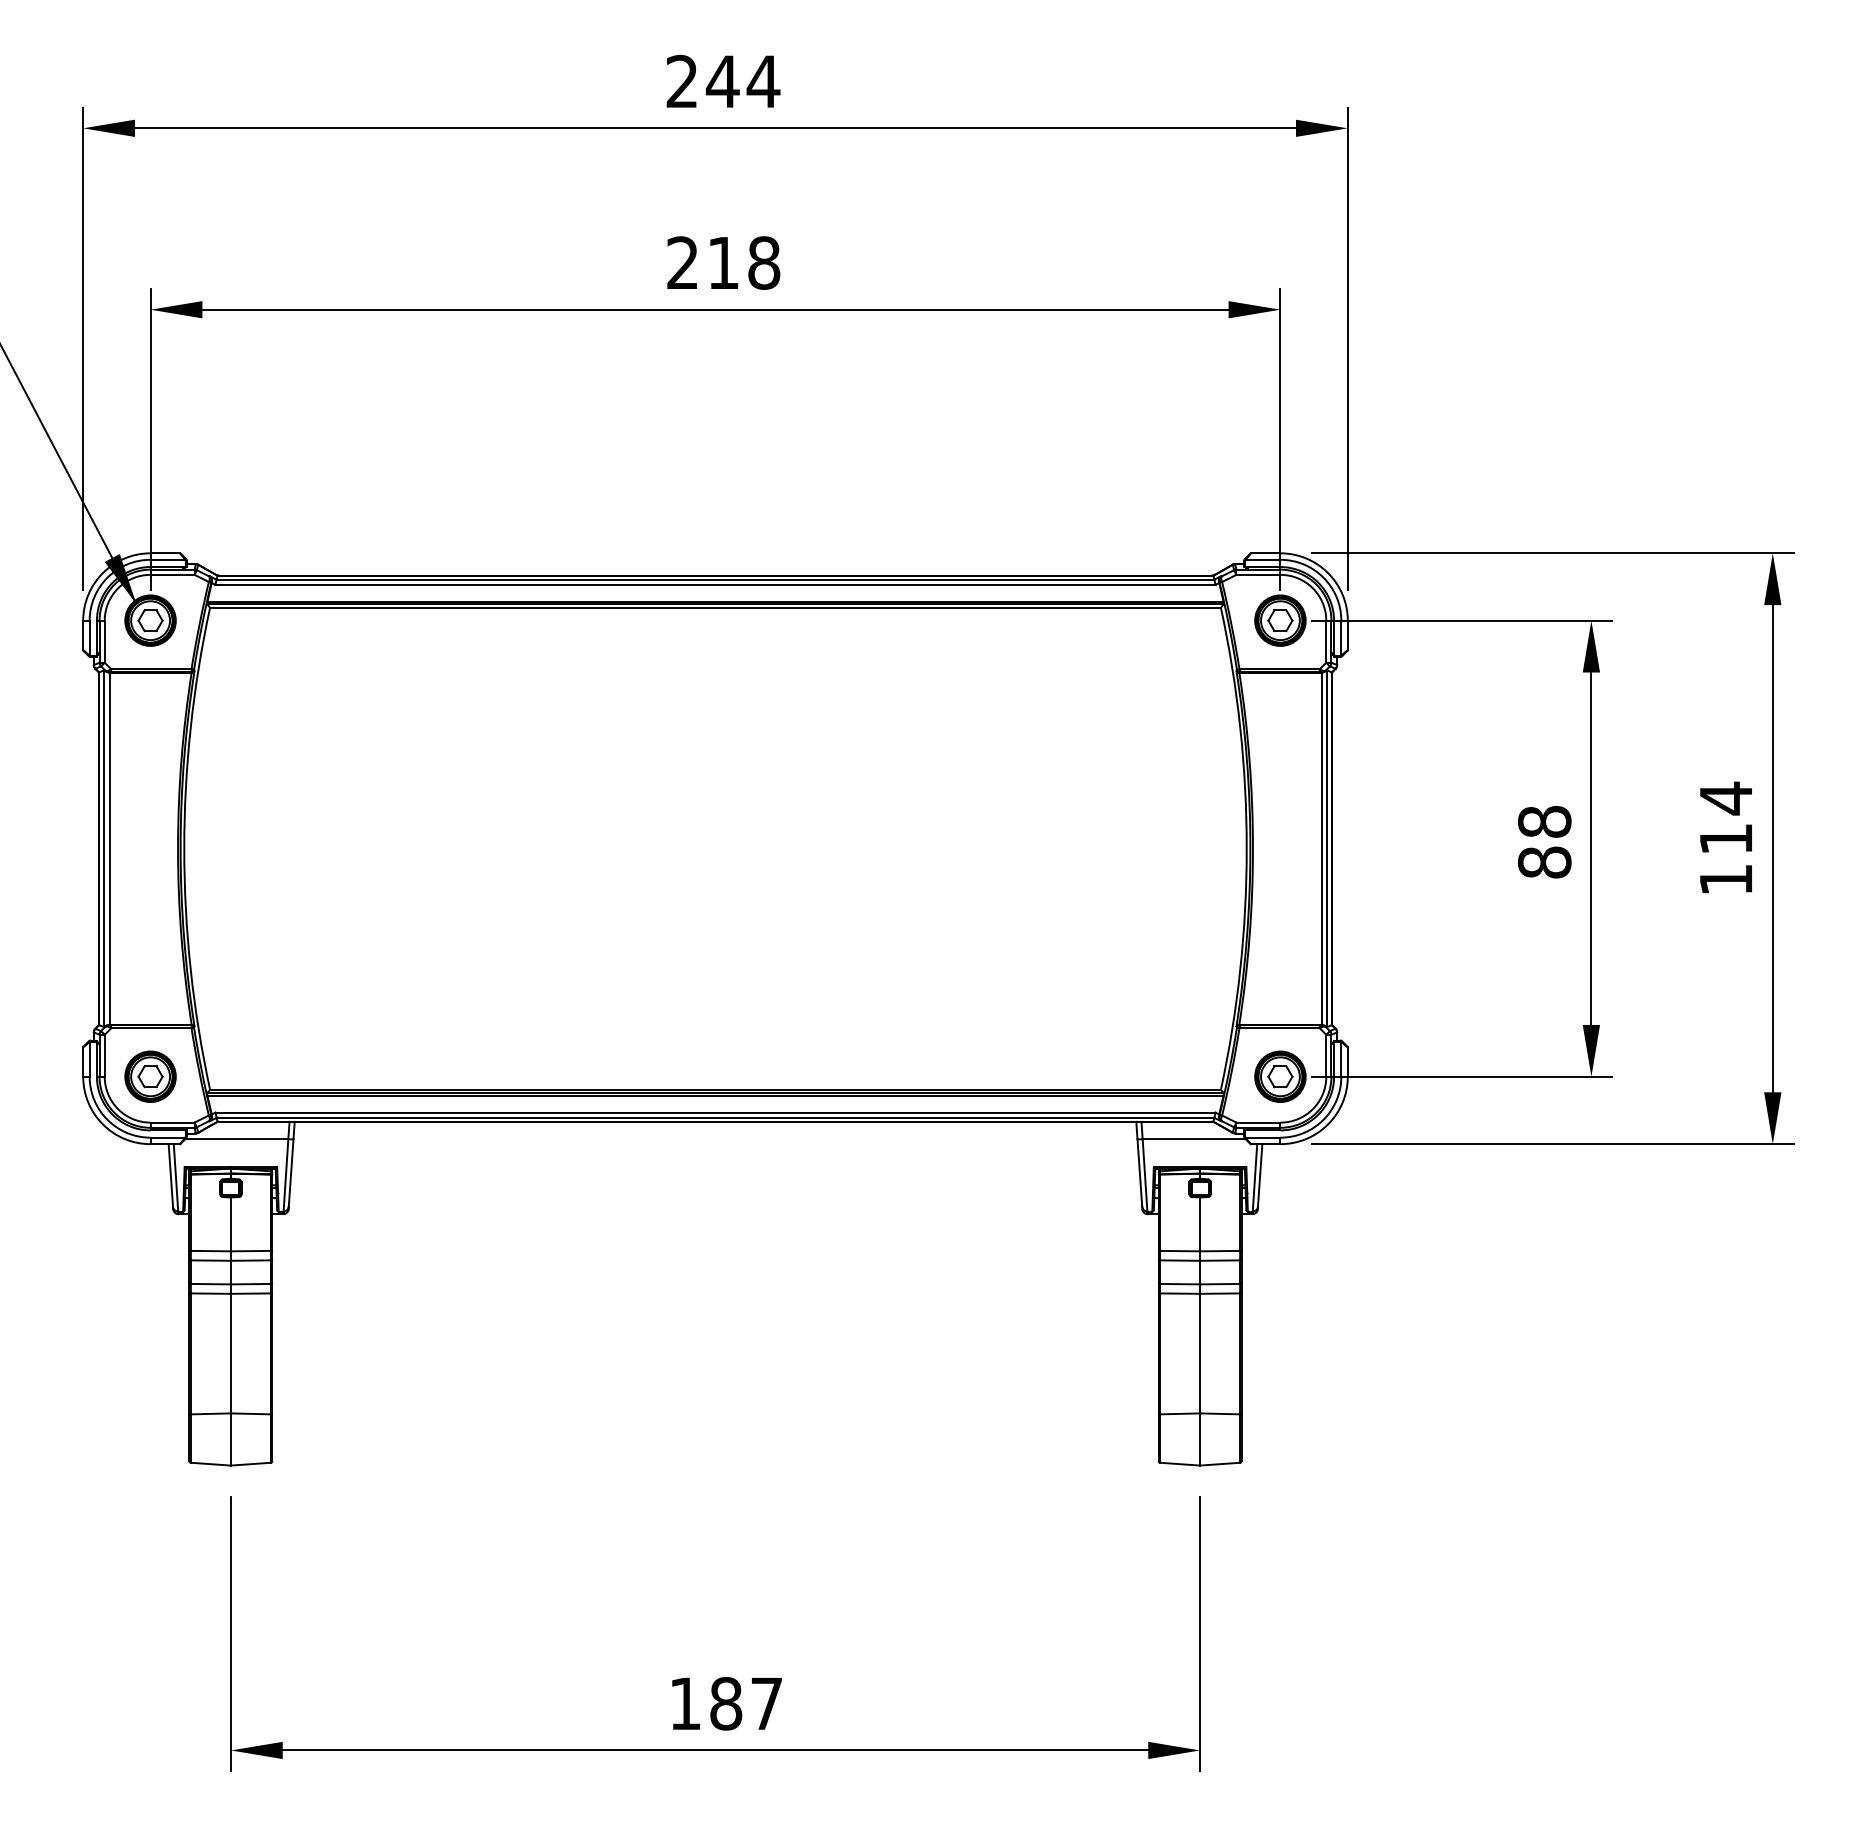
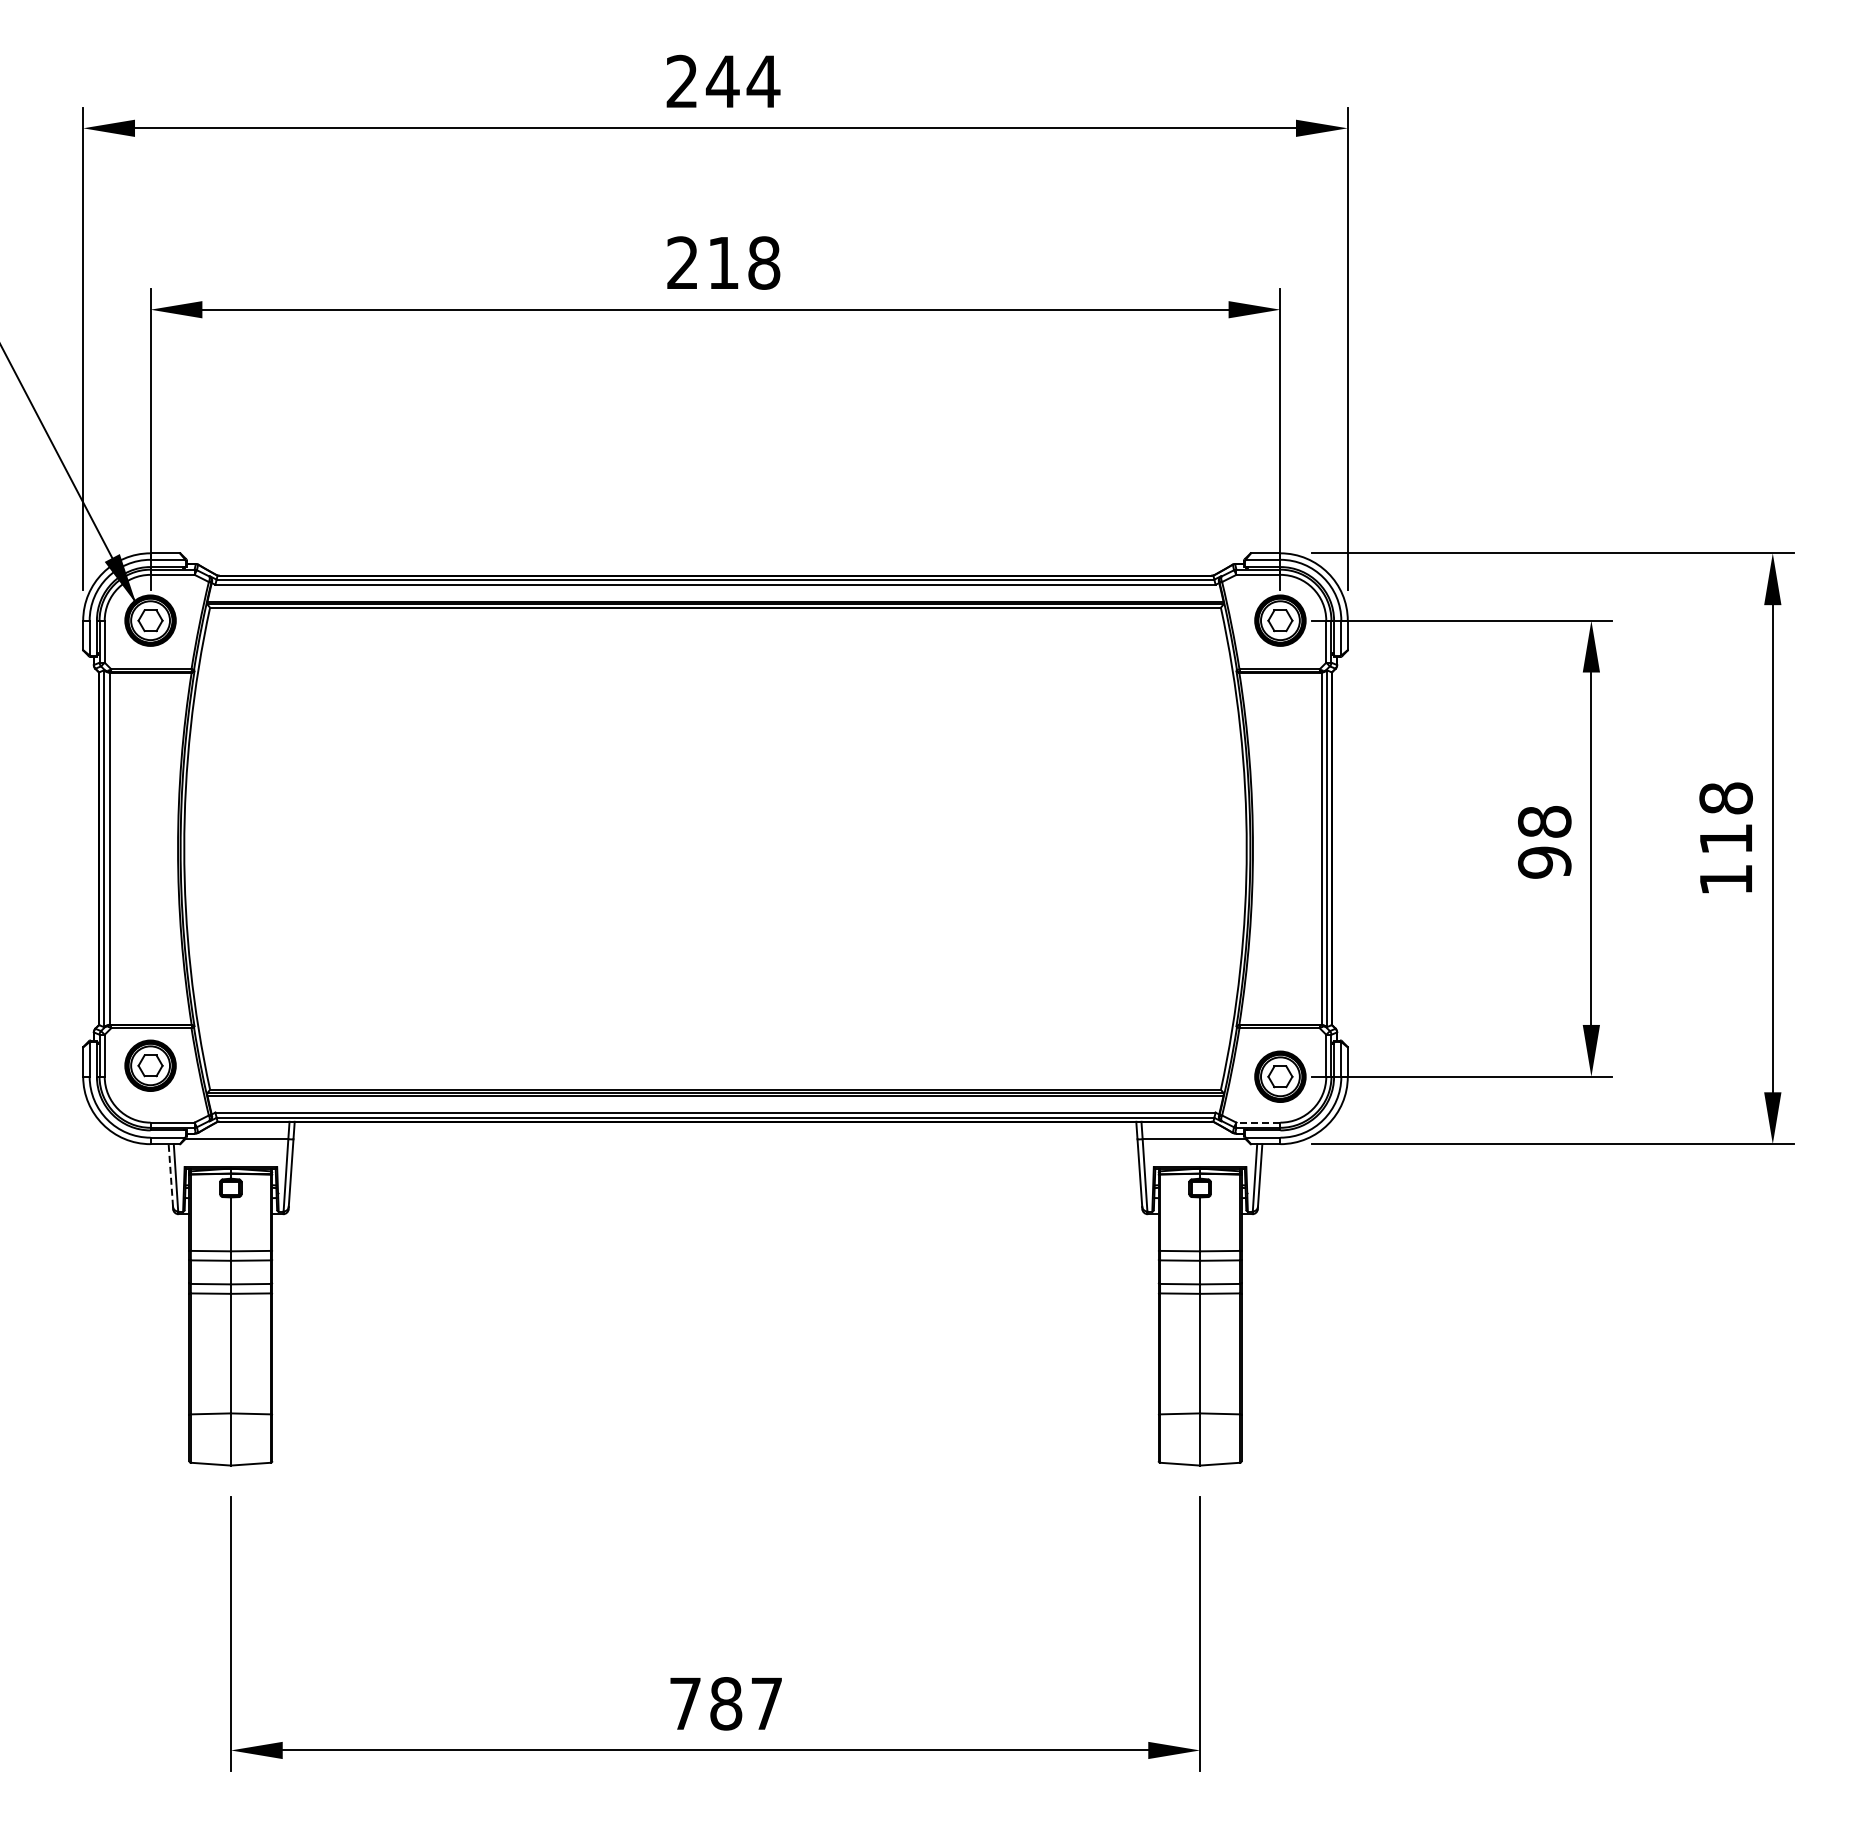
text at (1725, 798): 114 -> 118
text at (1544, 862): 88 -> 98
part at (150, 1076) position: (150, 1076) -> (150, 1065)
line at (1257, 1122): solid -> dashed
line at (170, 1174): solid -> dashed
text at (685, 1703): 187 -> 787
